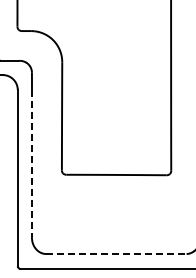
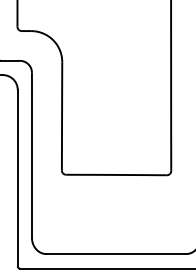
line at (31, 163): dashed -> solid
line at (116, 254): dashed -> solid
